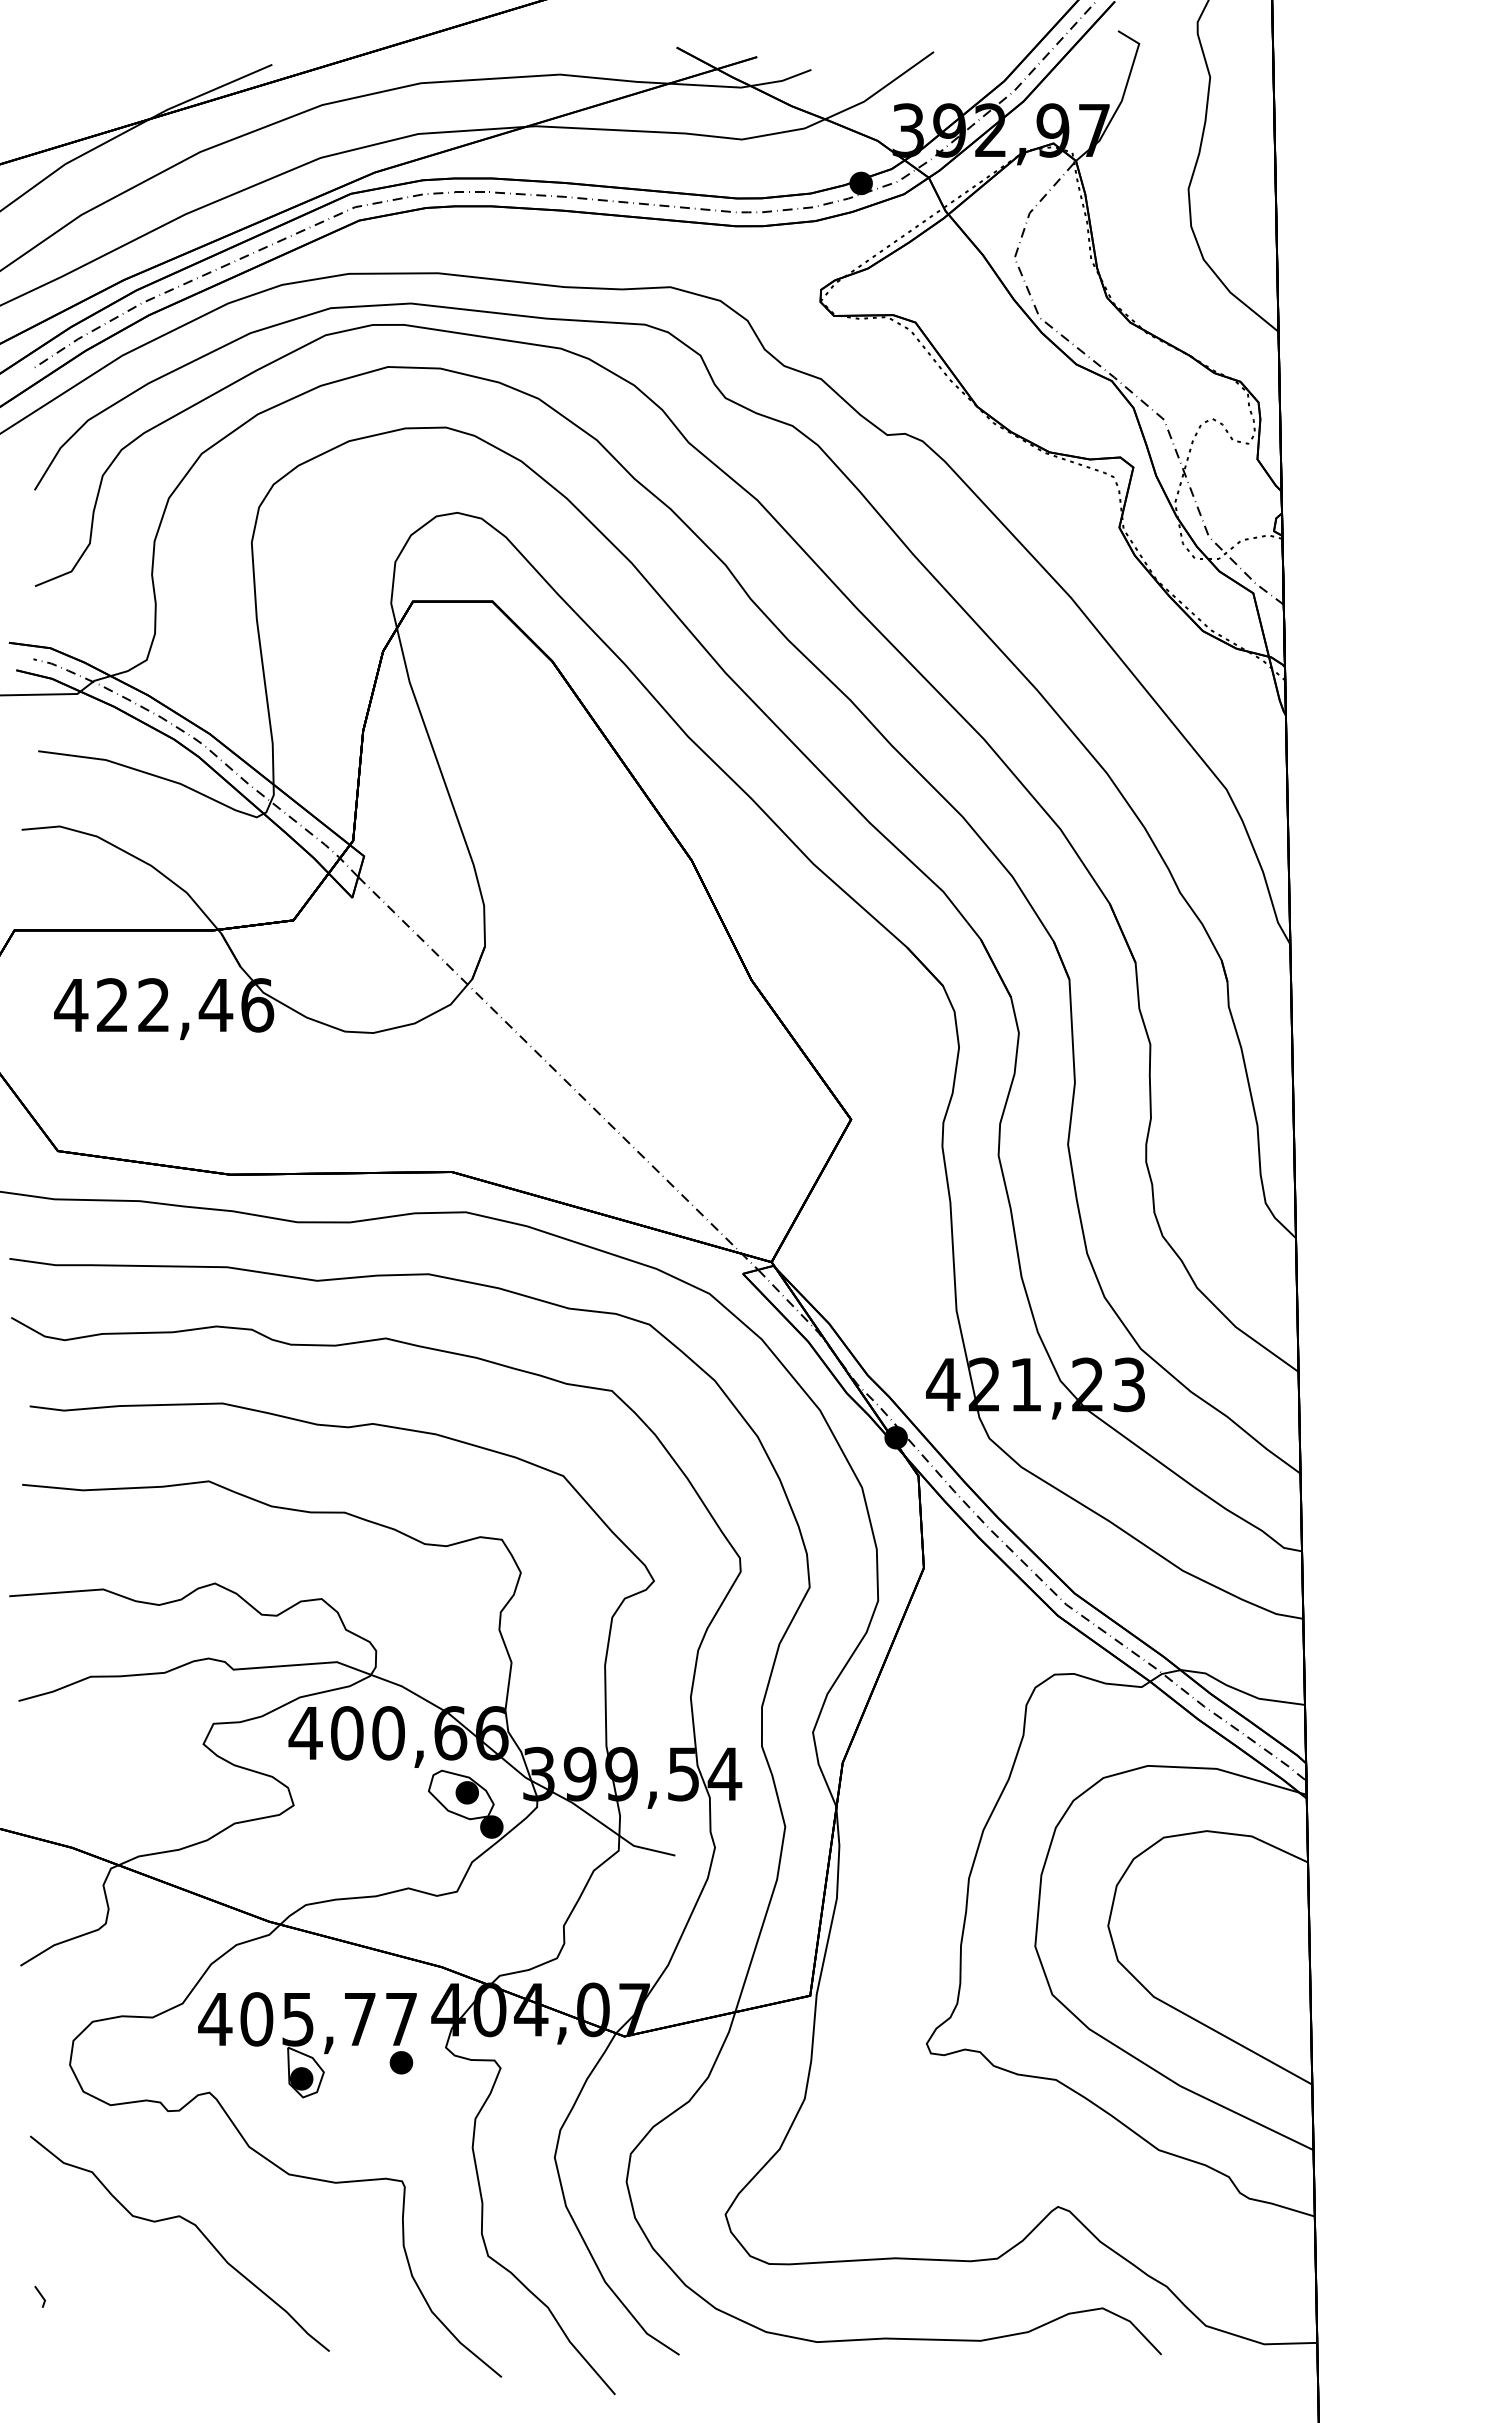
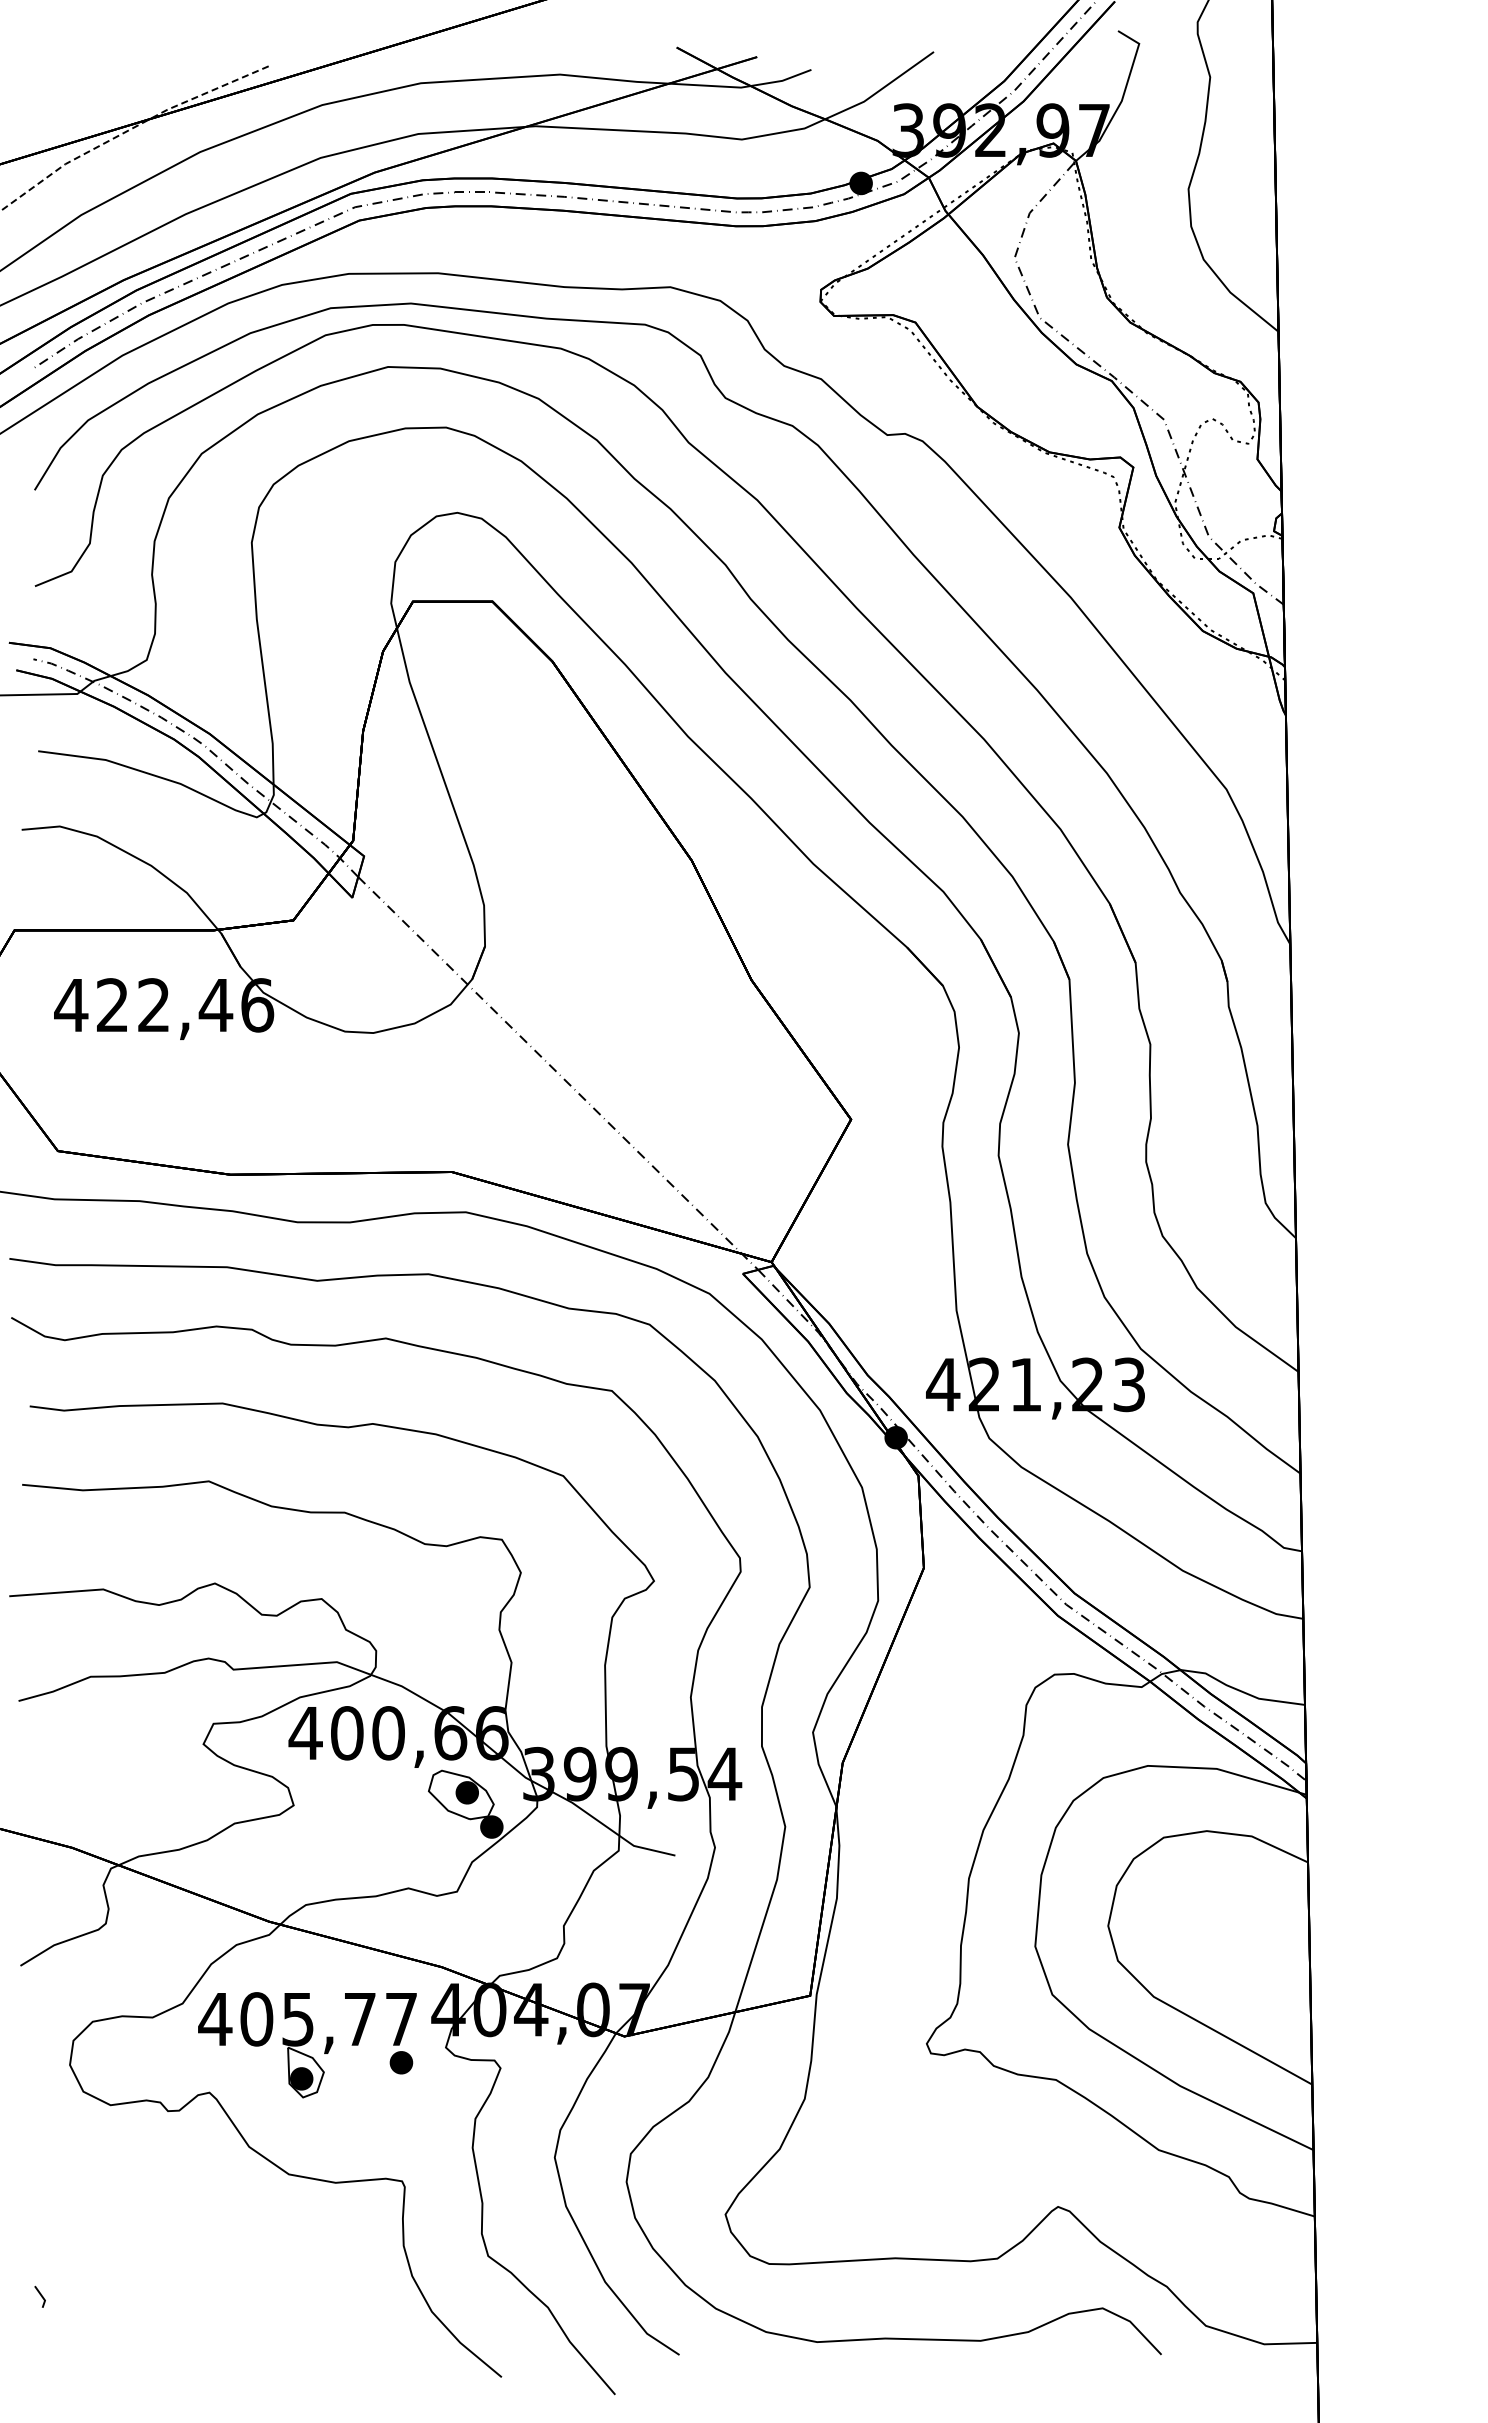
line at (131, 128): solid -> dashed
curve at (193, 2225): present -> none
